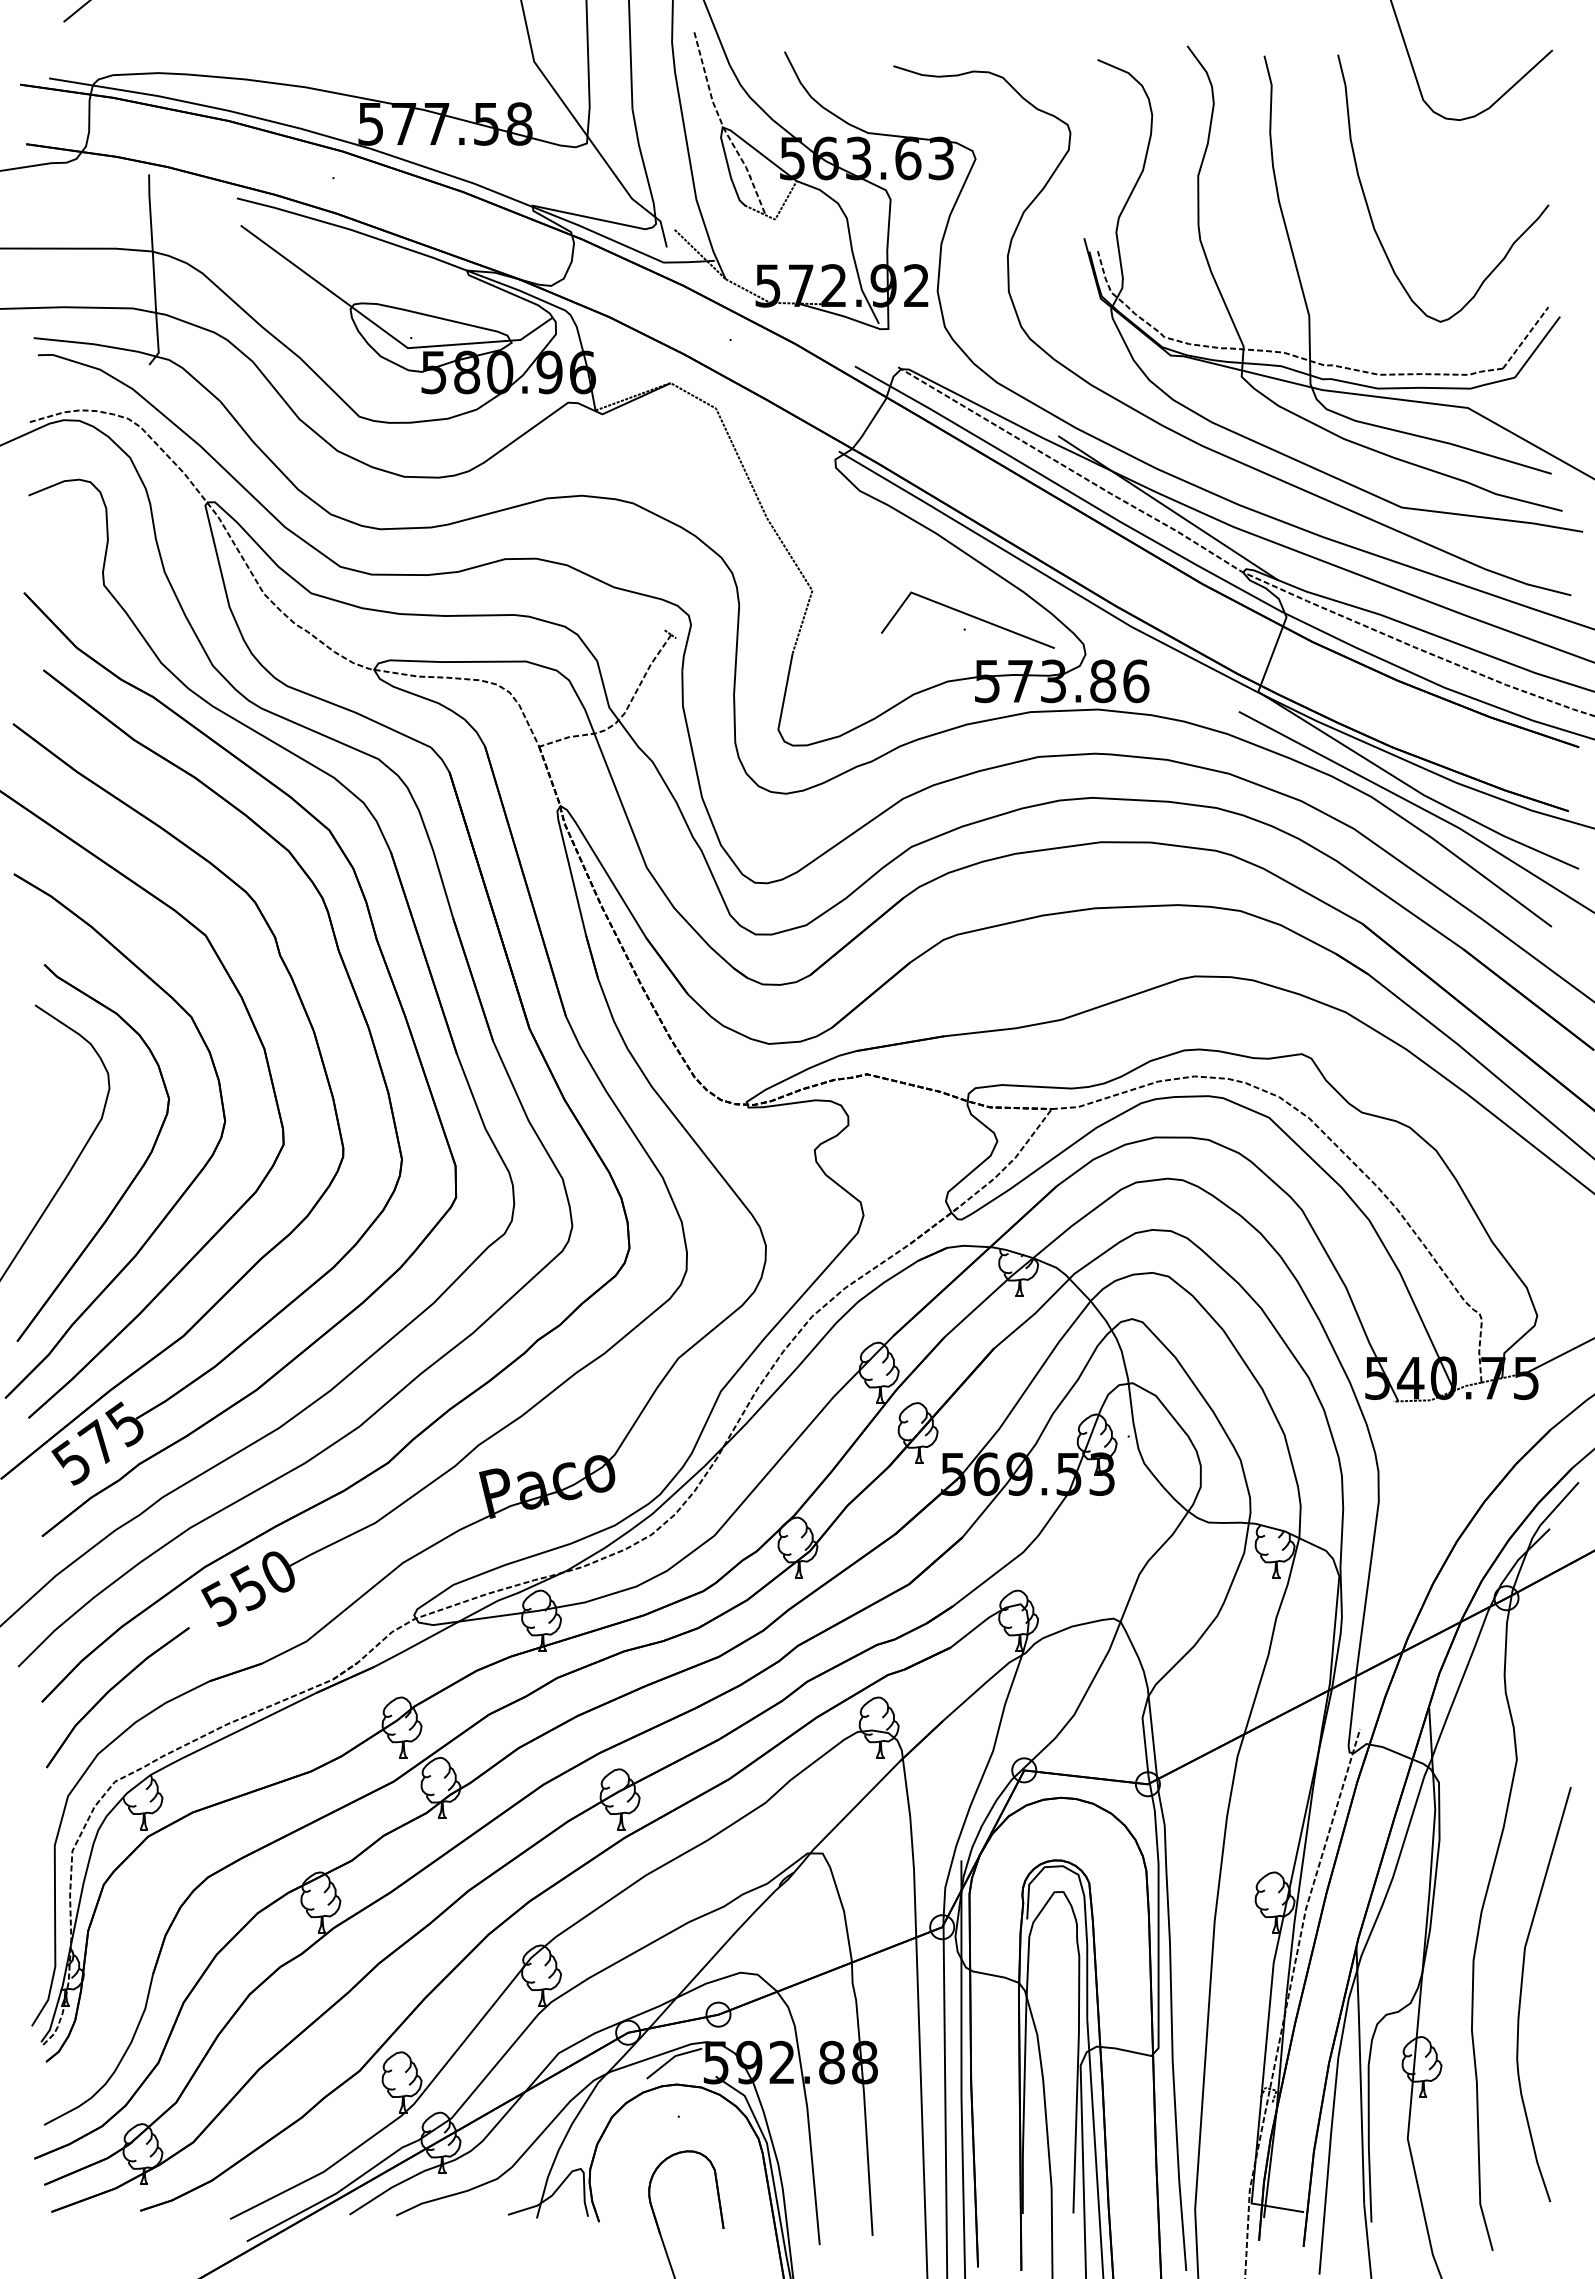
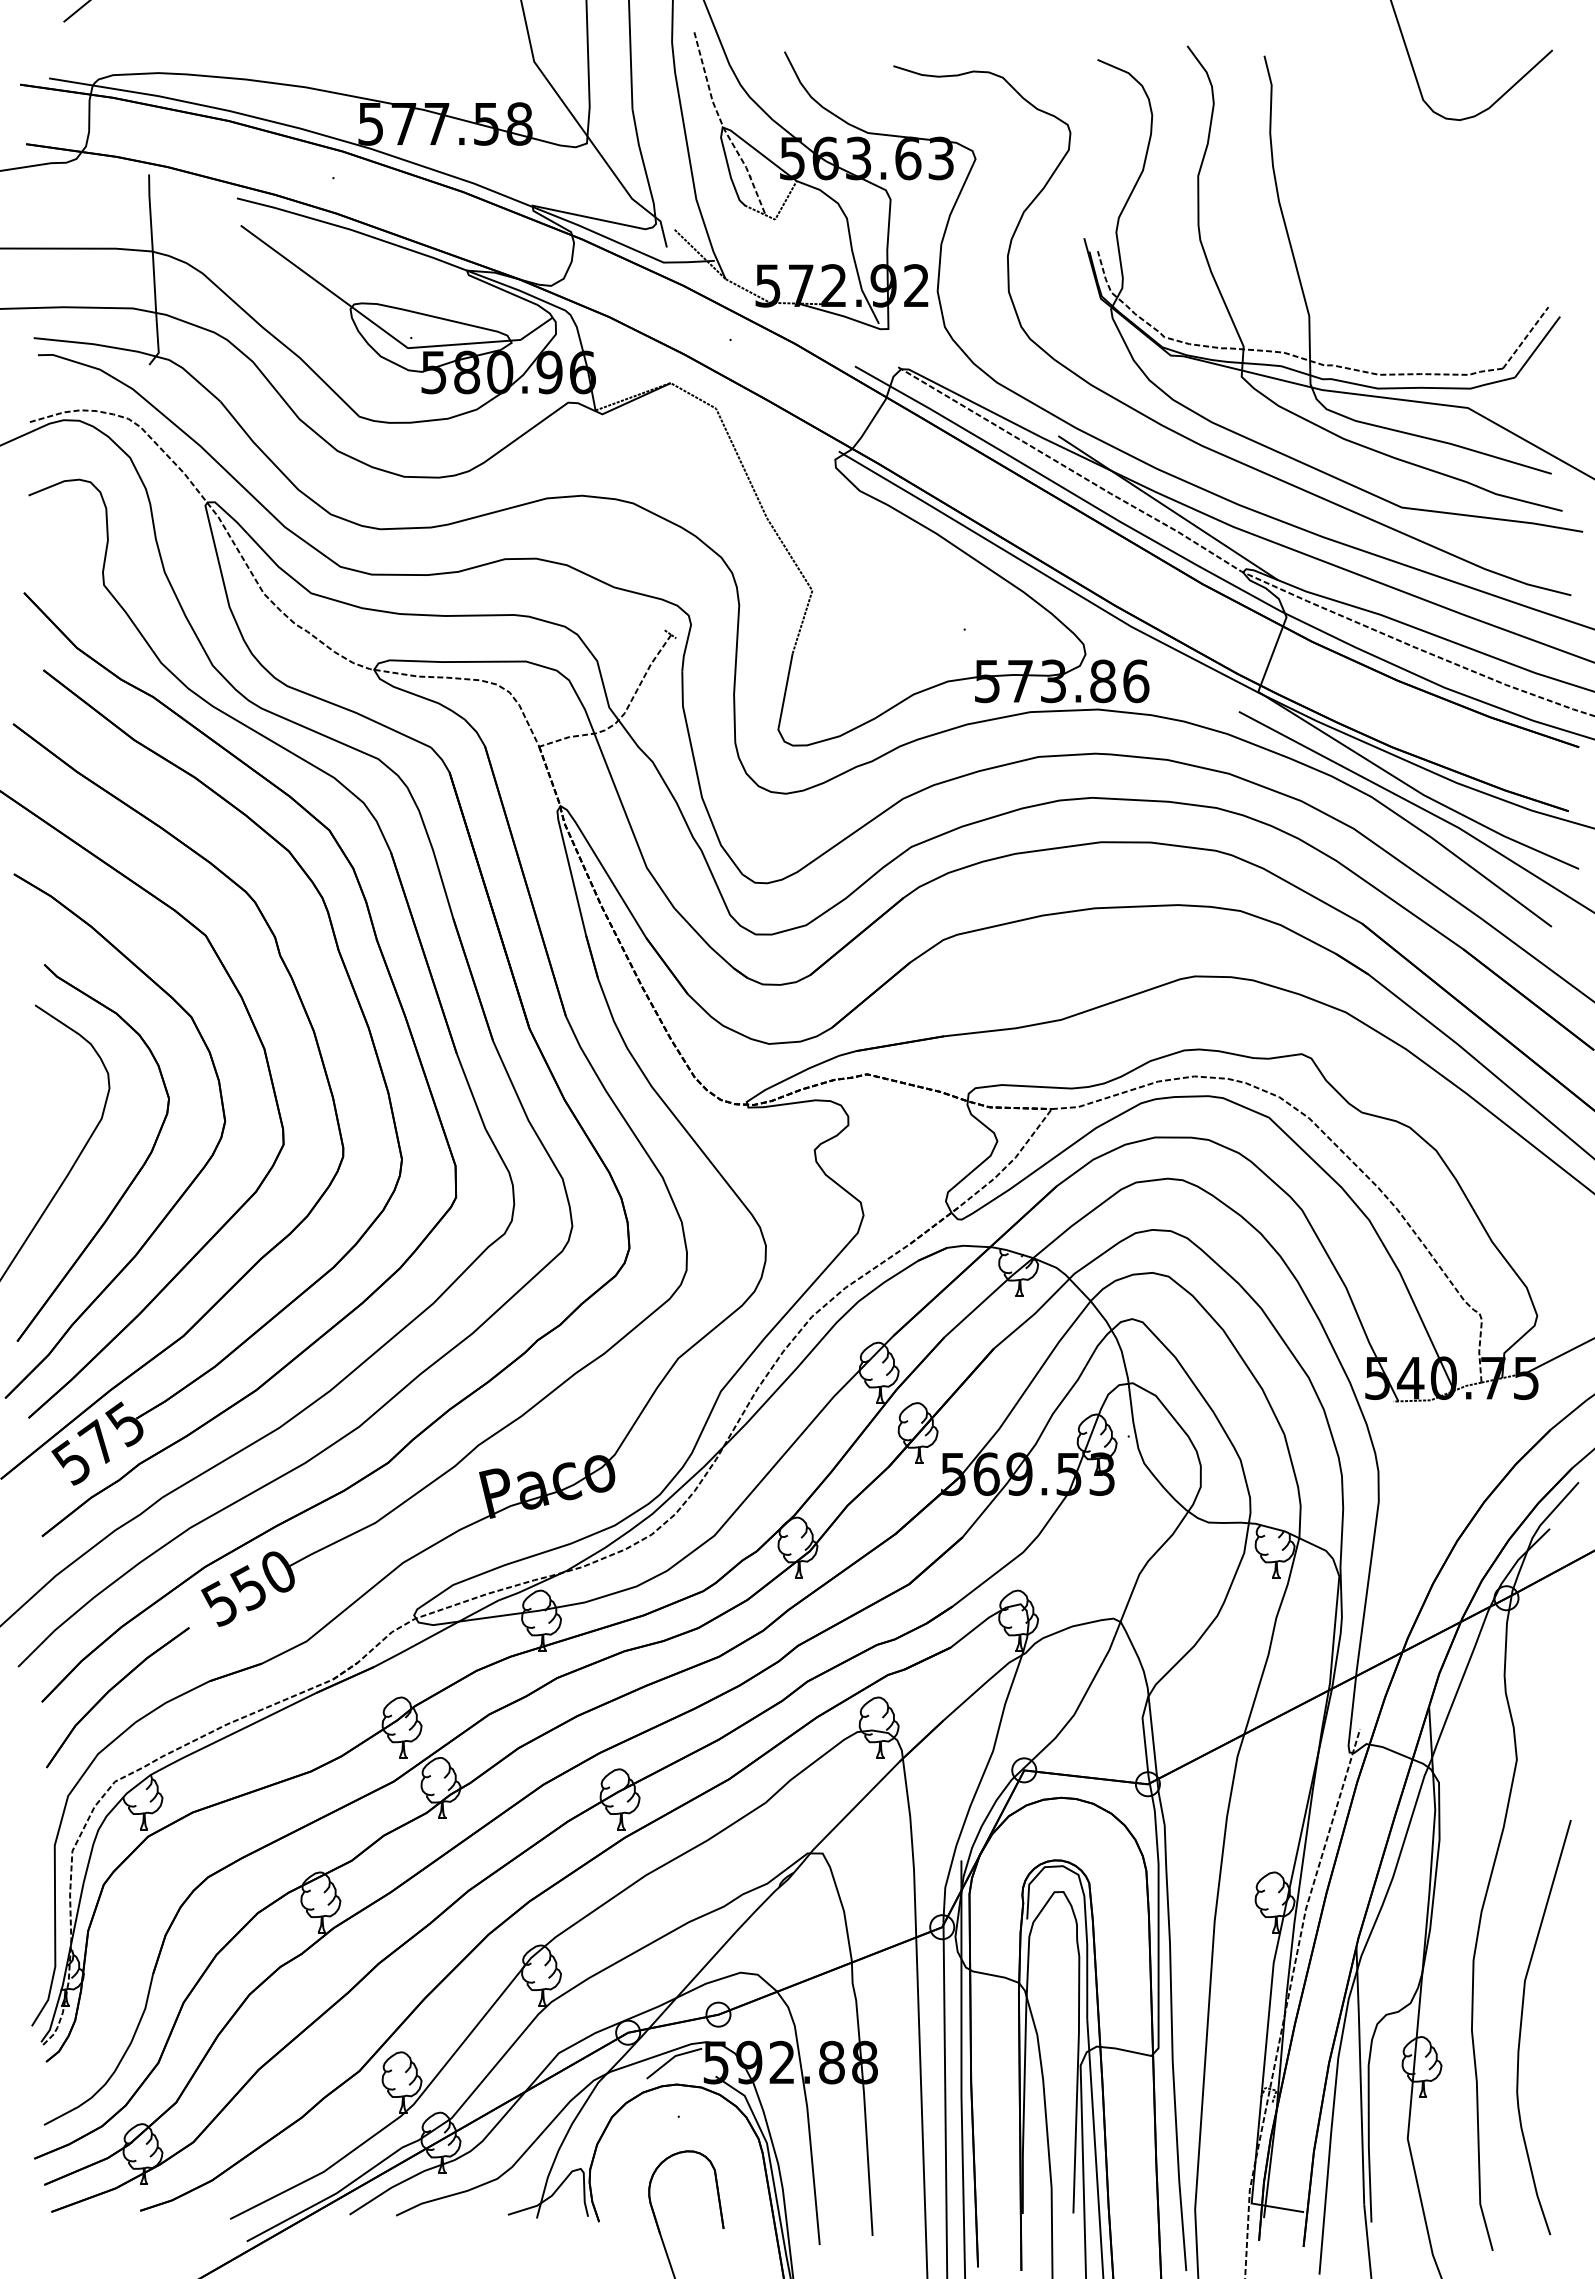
curve at (1369, 208): present -> none
line at (969, 616): present -> none
curve at (1522, 1988) position: (1522, 1988) -> (1522, 2021)
